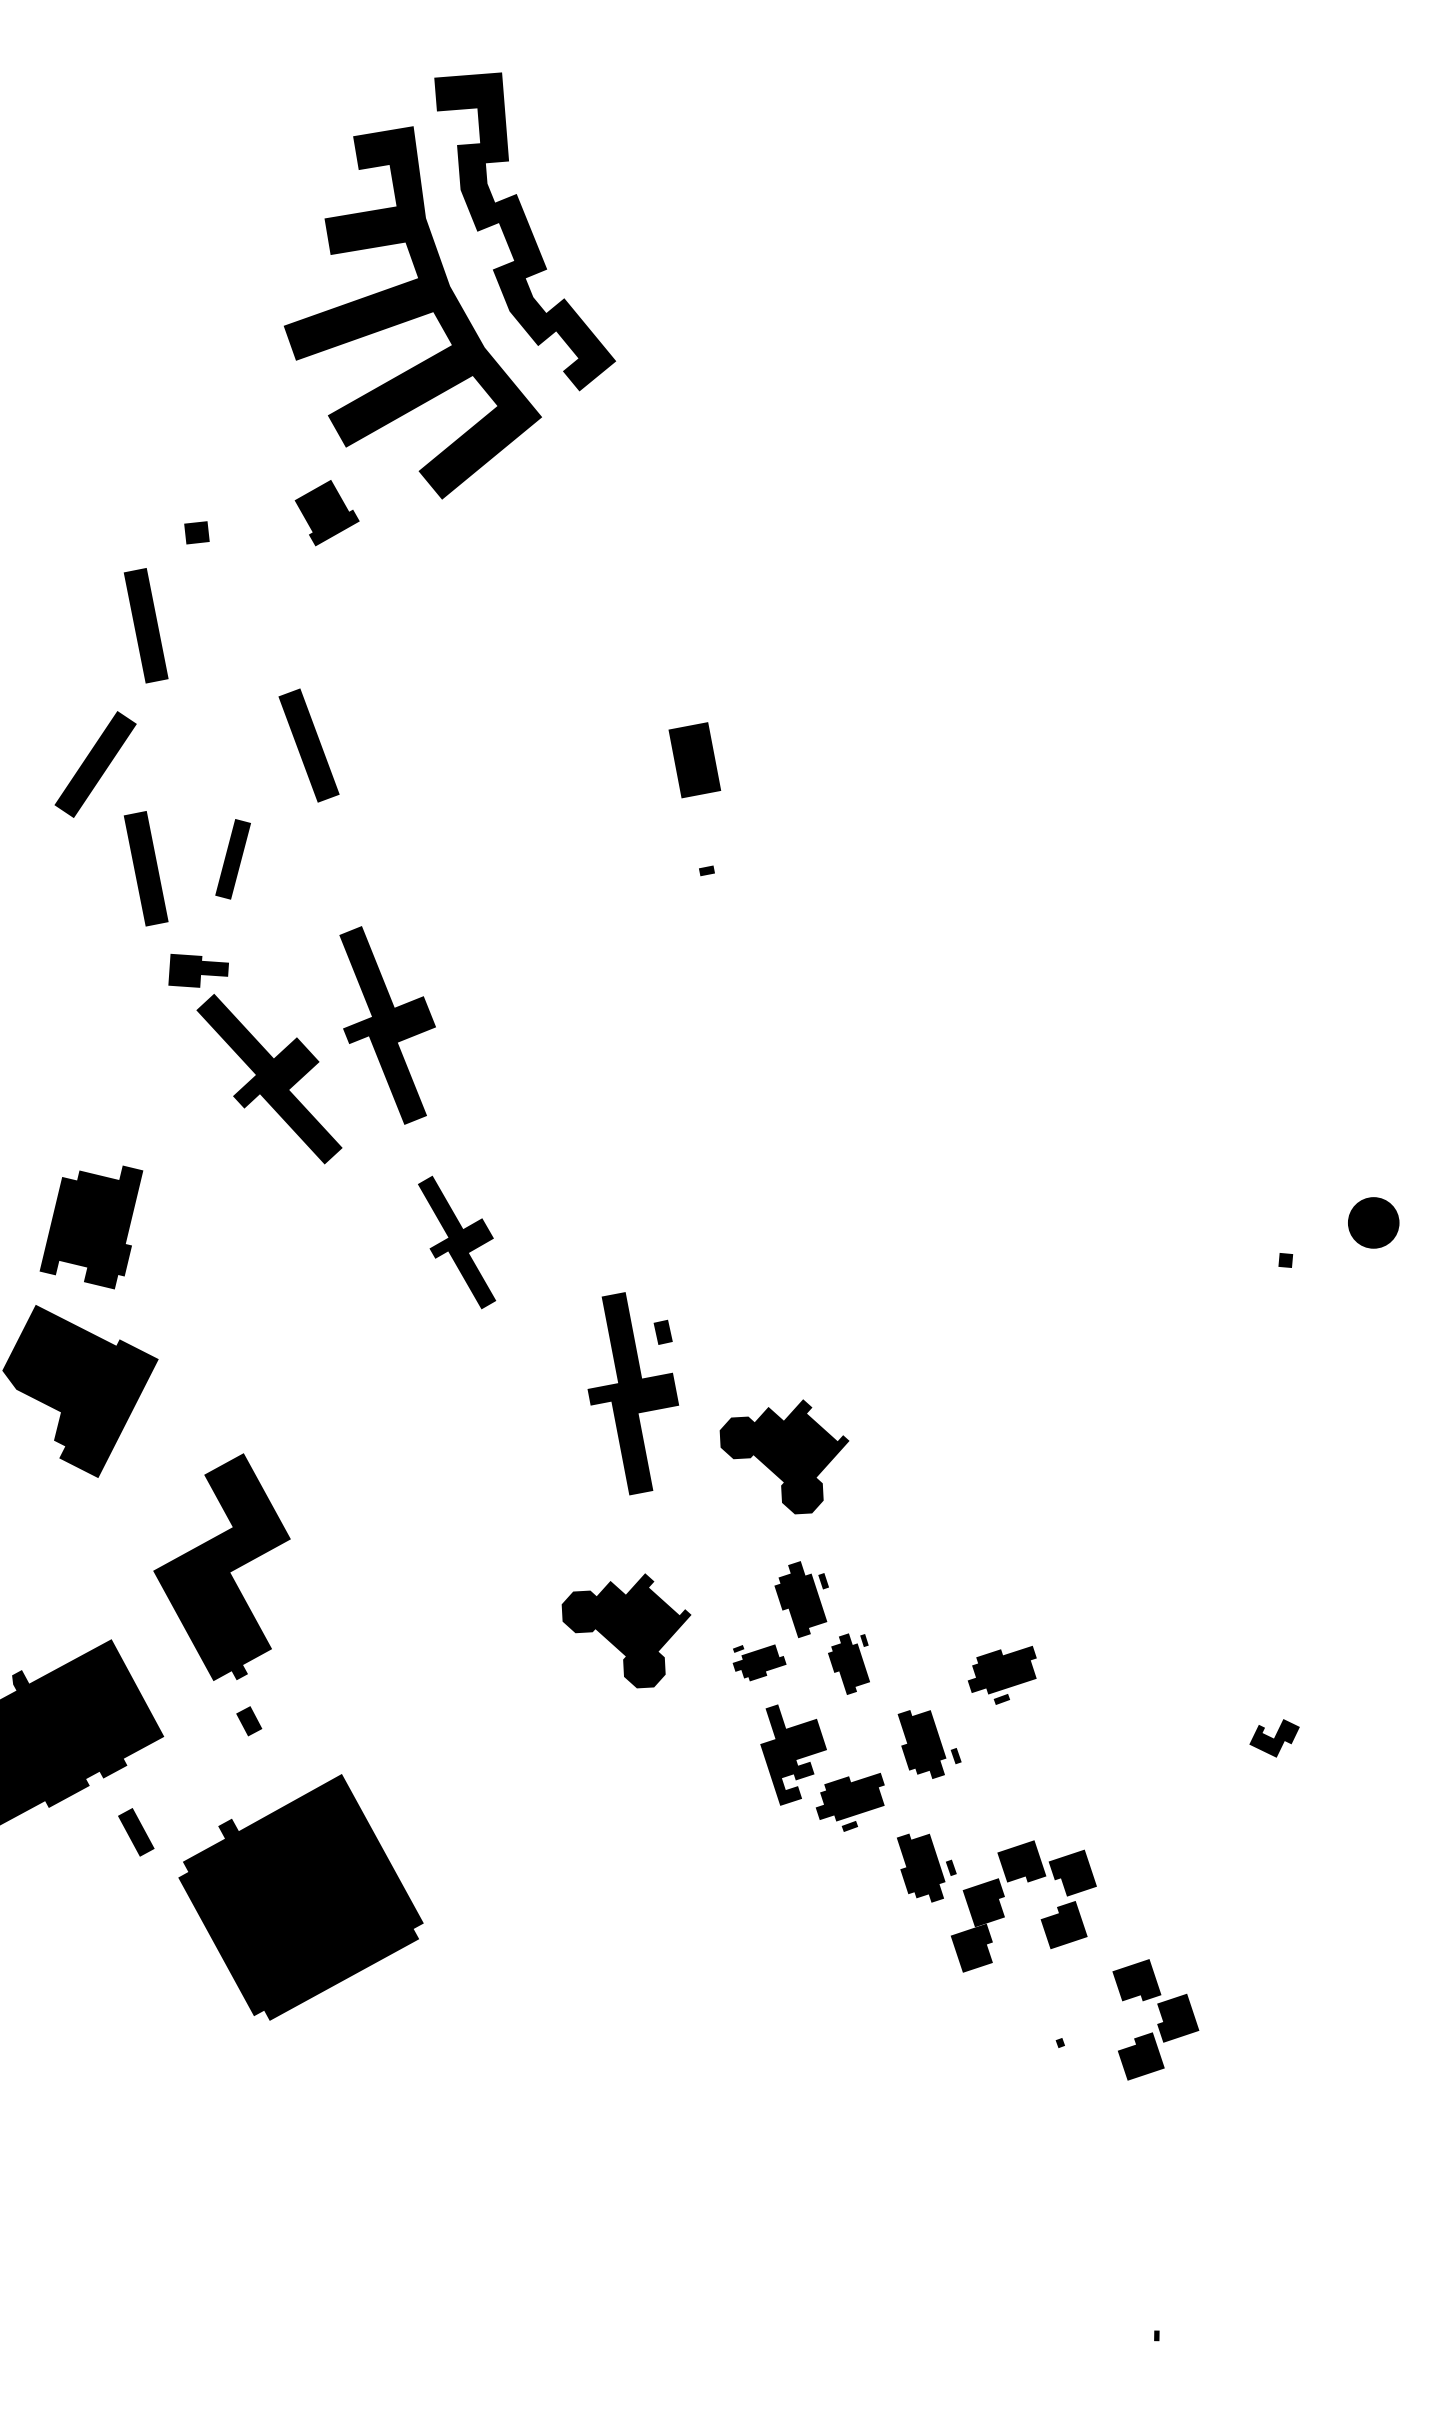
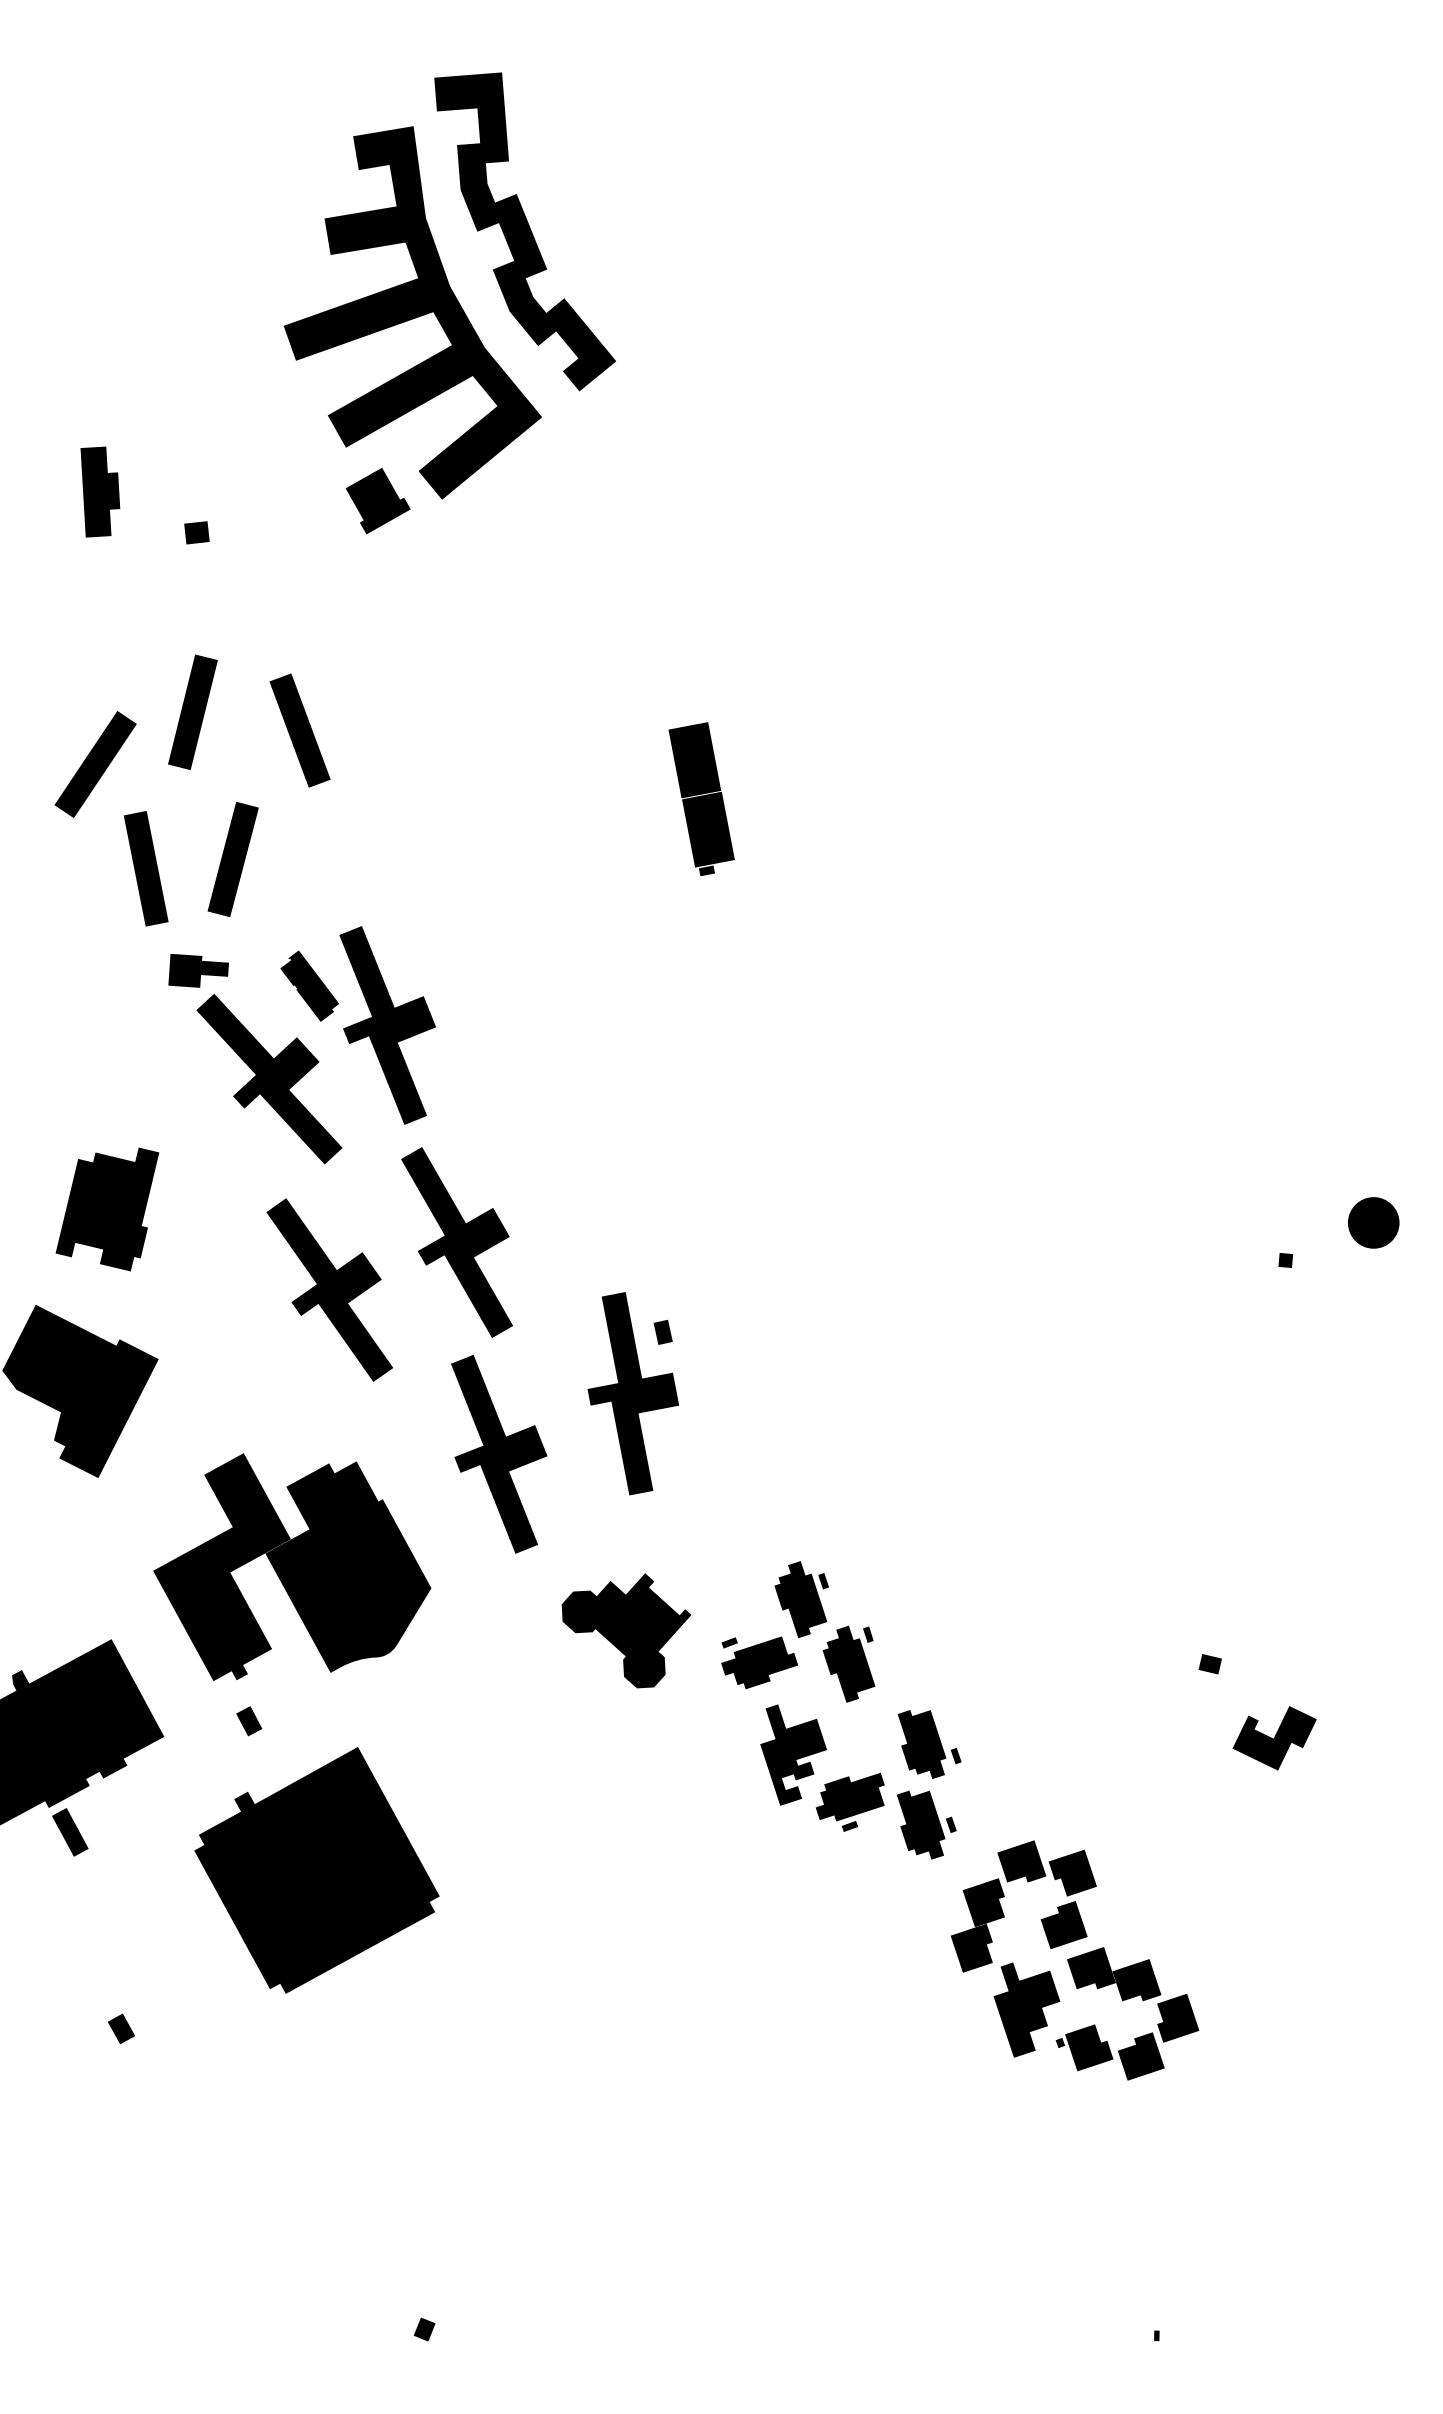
fill at (100, 491): none -> present
part at (326, 513) position: (326, 513) -> (377, 501)
part at (145, 625): present -> none
fill at (192, 712): none -> present
part at (308, 745) position: (308, 745) -> (299, 730)
fill at (708, 829): none -> present
part at (232, 859) size: 36x81 px -> 52x116 px
fill at (309, 986): none -> present
part at (91, 1227) position: (91, 1227) -> (107, 1209)
part at (457, 1242) size: 79x135 px -> 112x191 px
fill at (329, 1289): none -> present
part at (499, 1454): none -> present
part at (784, 1456): present -> none
fill at (348, 1566): none -> present
part at (759, 1662) size: 55x38 px -> 77x54 px
part at (848, 1663) size: 42x62 px -> 54x78 px
fill at (1210, 1663): none -> present
part at (1001, 1675): present -> none
part at (1274, 1738) size: 51x39 px -> 85x65 px
part at (136, 1832) position: (136, 1832) -> (70, 1832)
part at (926, 1867) position: (926, 1867) -> (926, 1824)
part at (300, 1897) position: (300, 1897) -> (316, 1870)
fill at (1091, 1967): none -> present
fill at (1026, 2009): none -> present
part at (121, 2028): none -> present
fill at (1089, 2047): none -> present
fill at (424, 2329): none -> present
